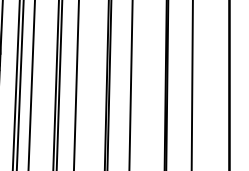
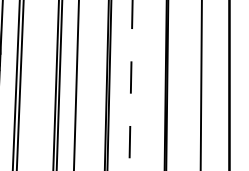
line at (31, 84): present -> none
line at (191, 84) position: (191, 84) -> (200, 84)
line at (131, 85): solid -> dashed
